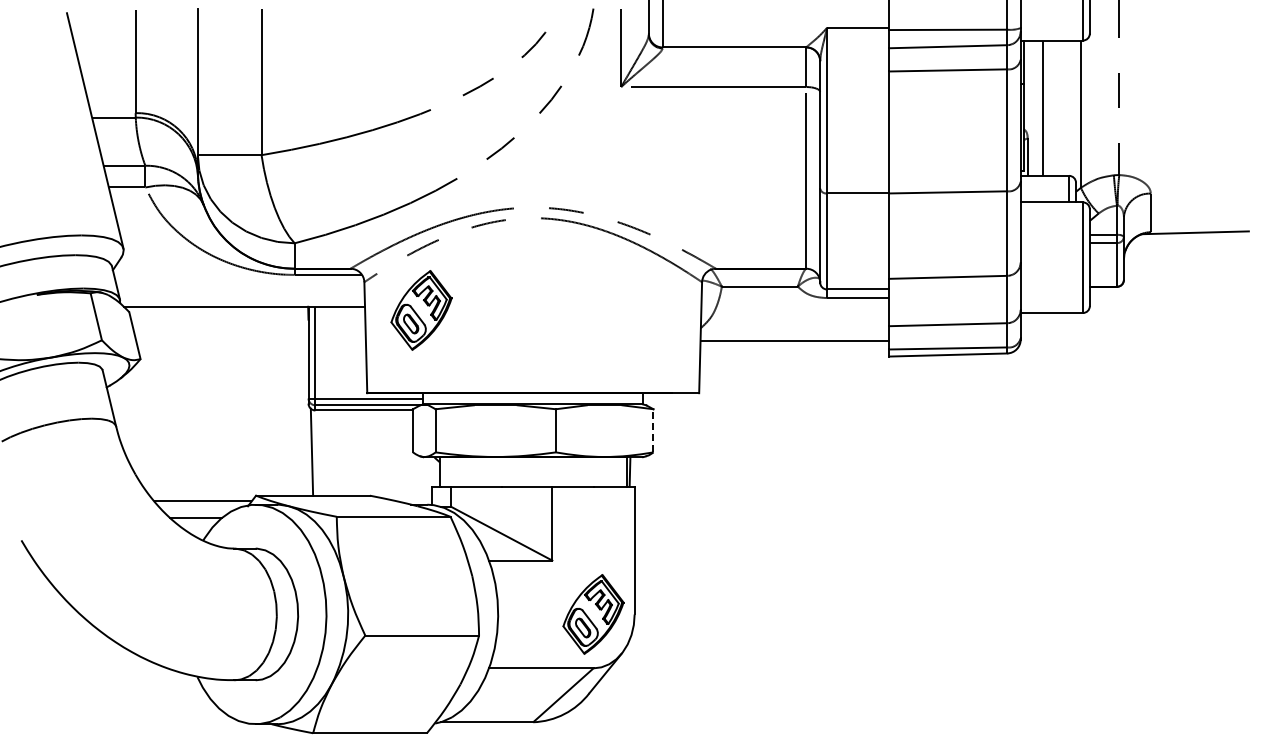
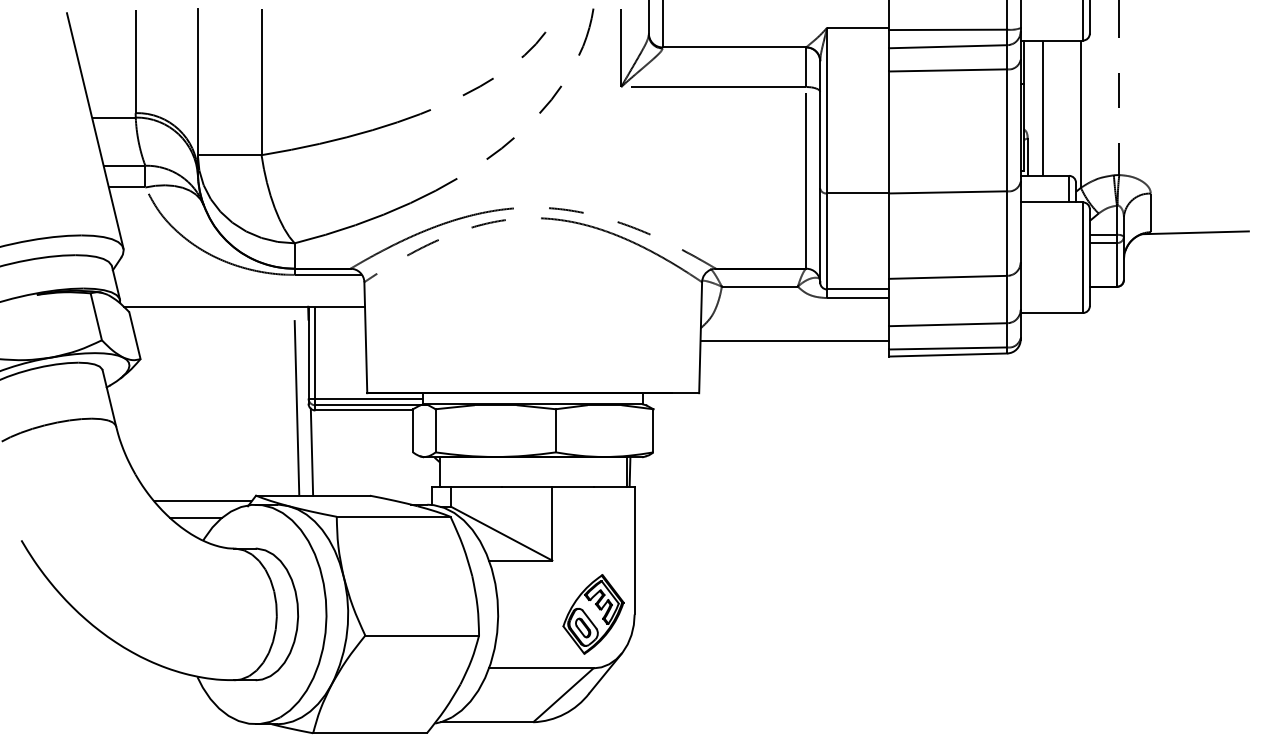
part at (421, 310): present -> none
line at (296, 400): none -> present
line at (653, 430): dashed -> solid
